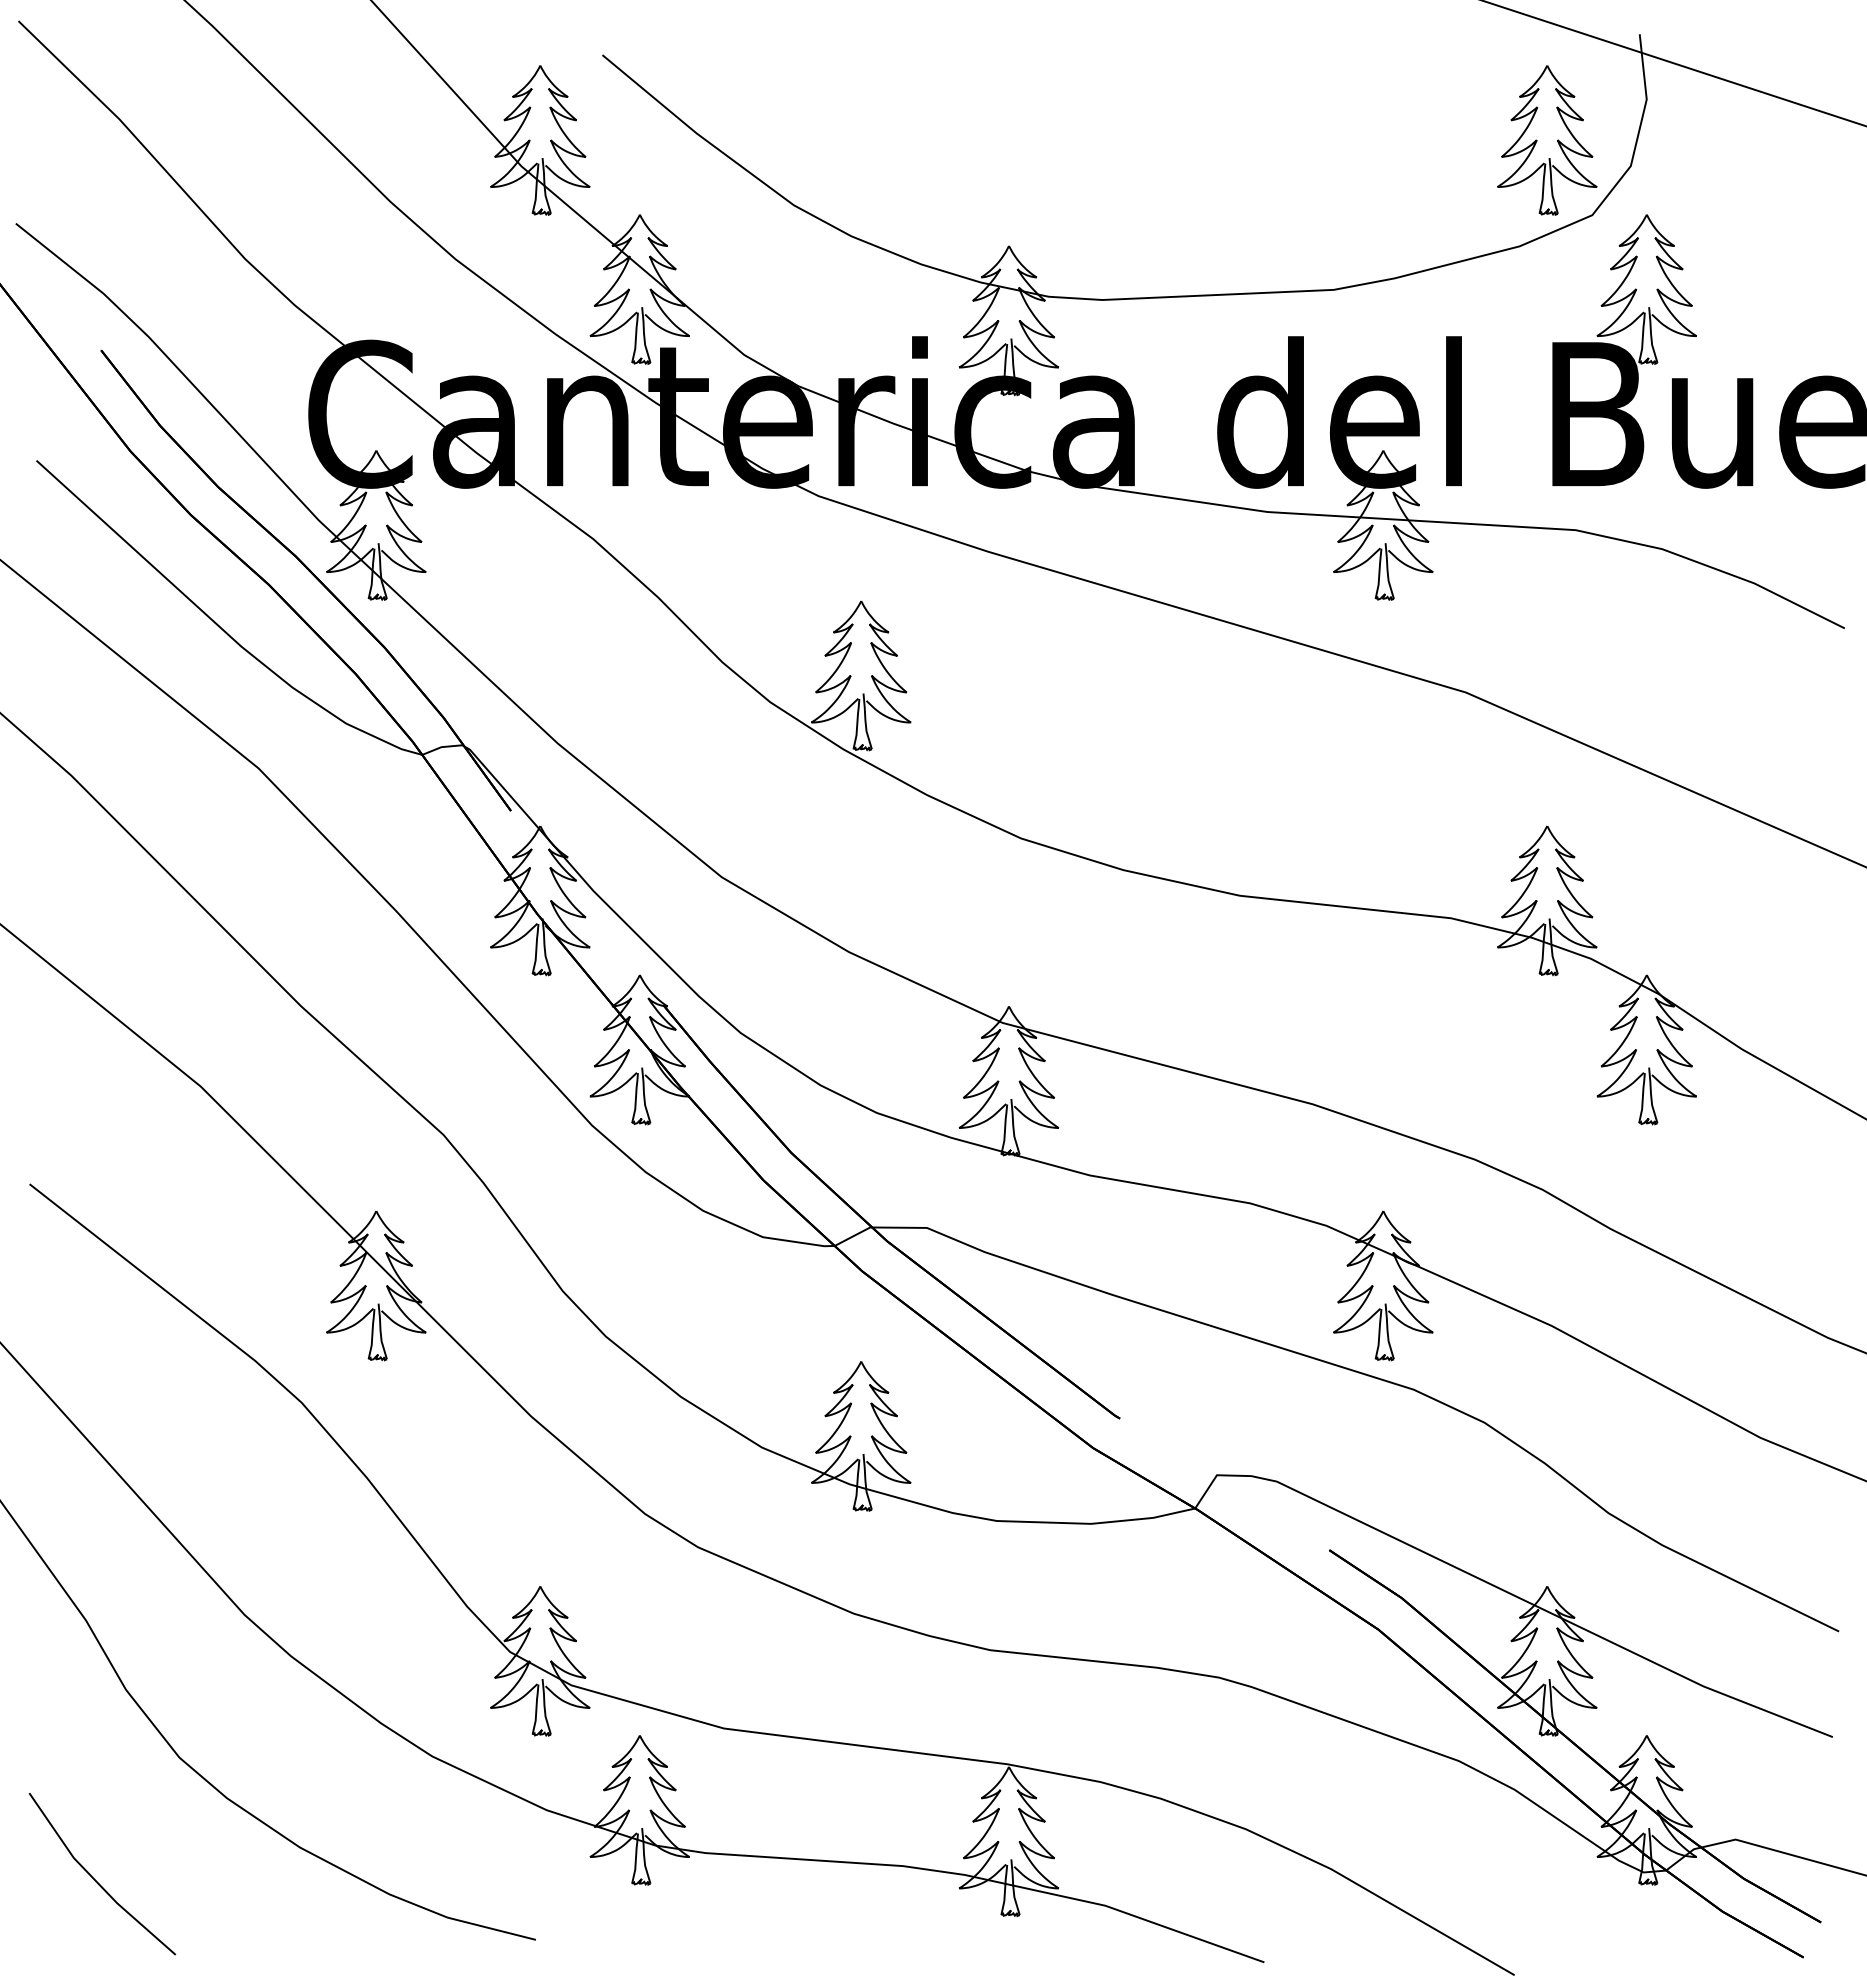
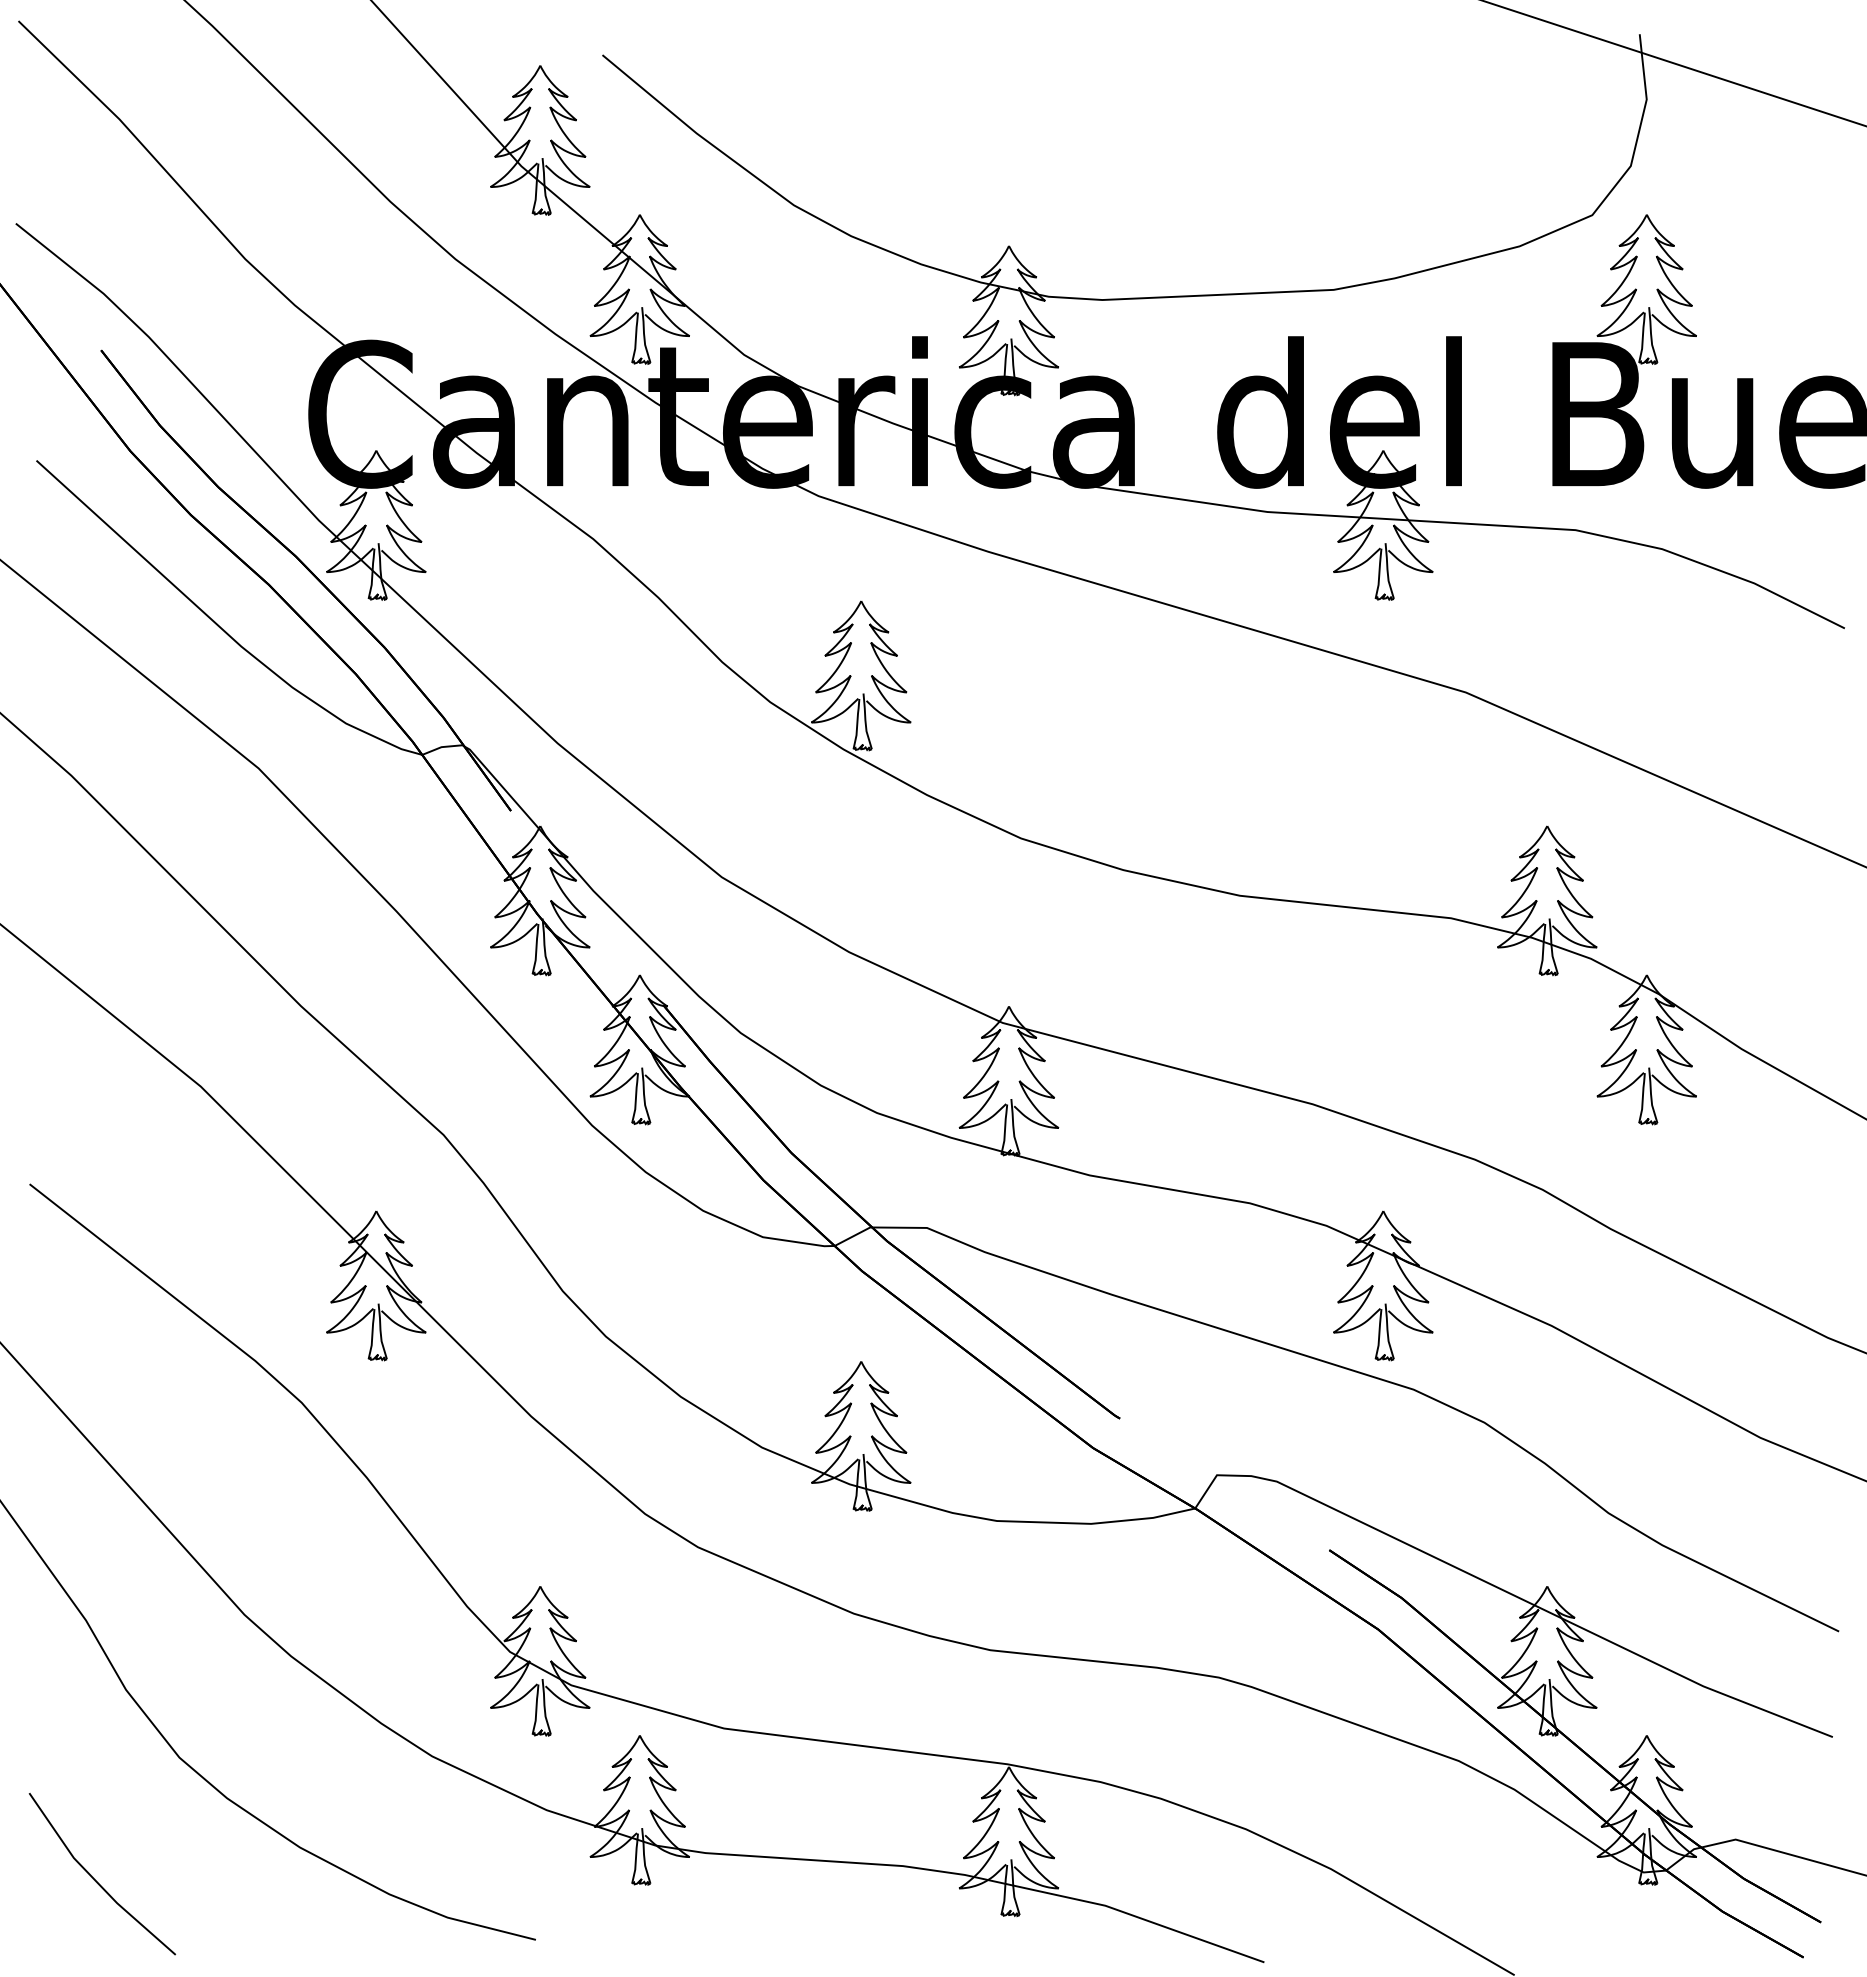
part at (1547, 140): present -> none
